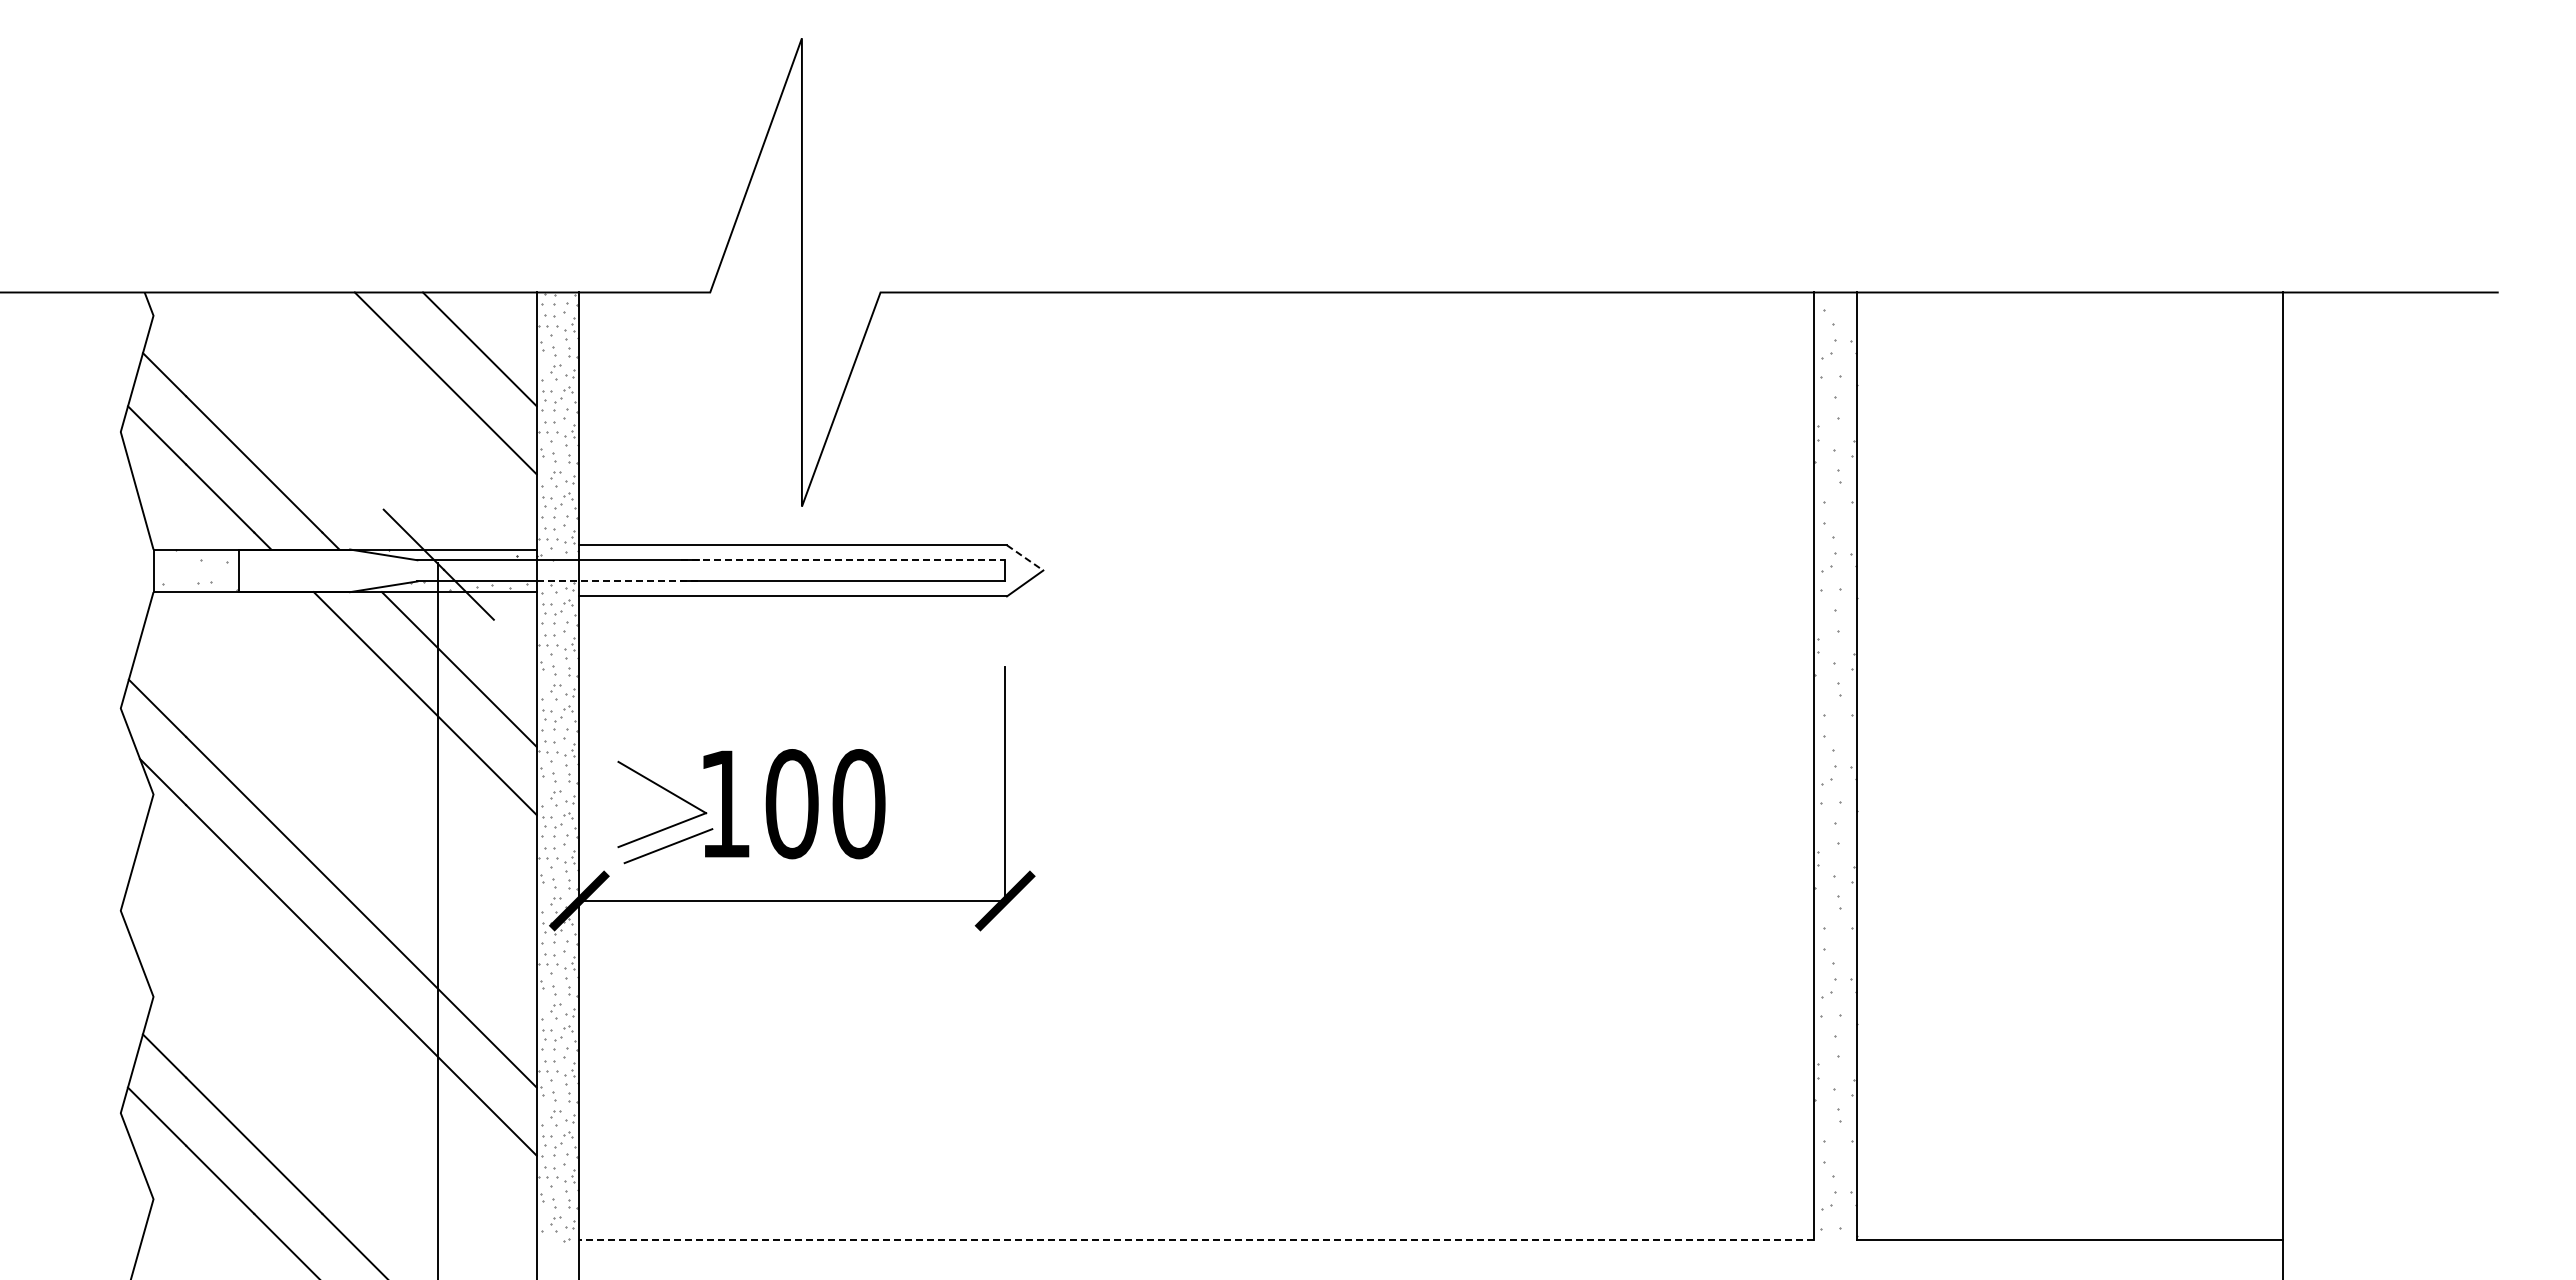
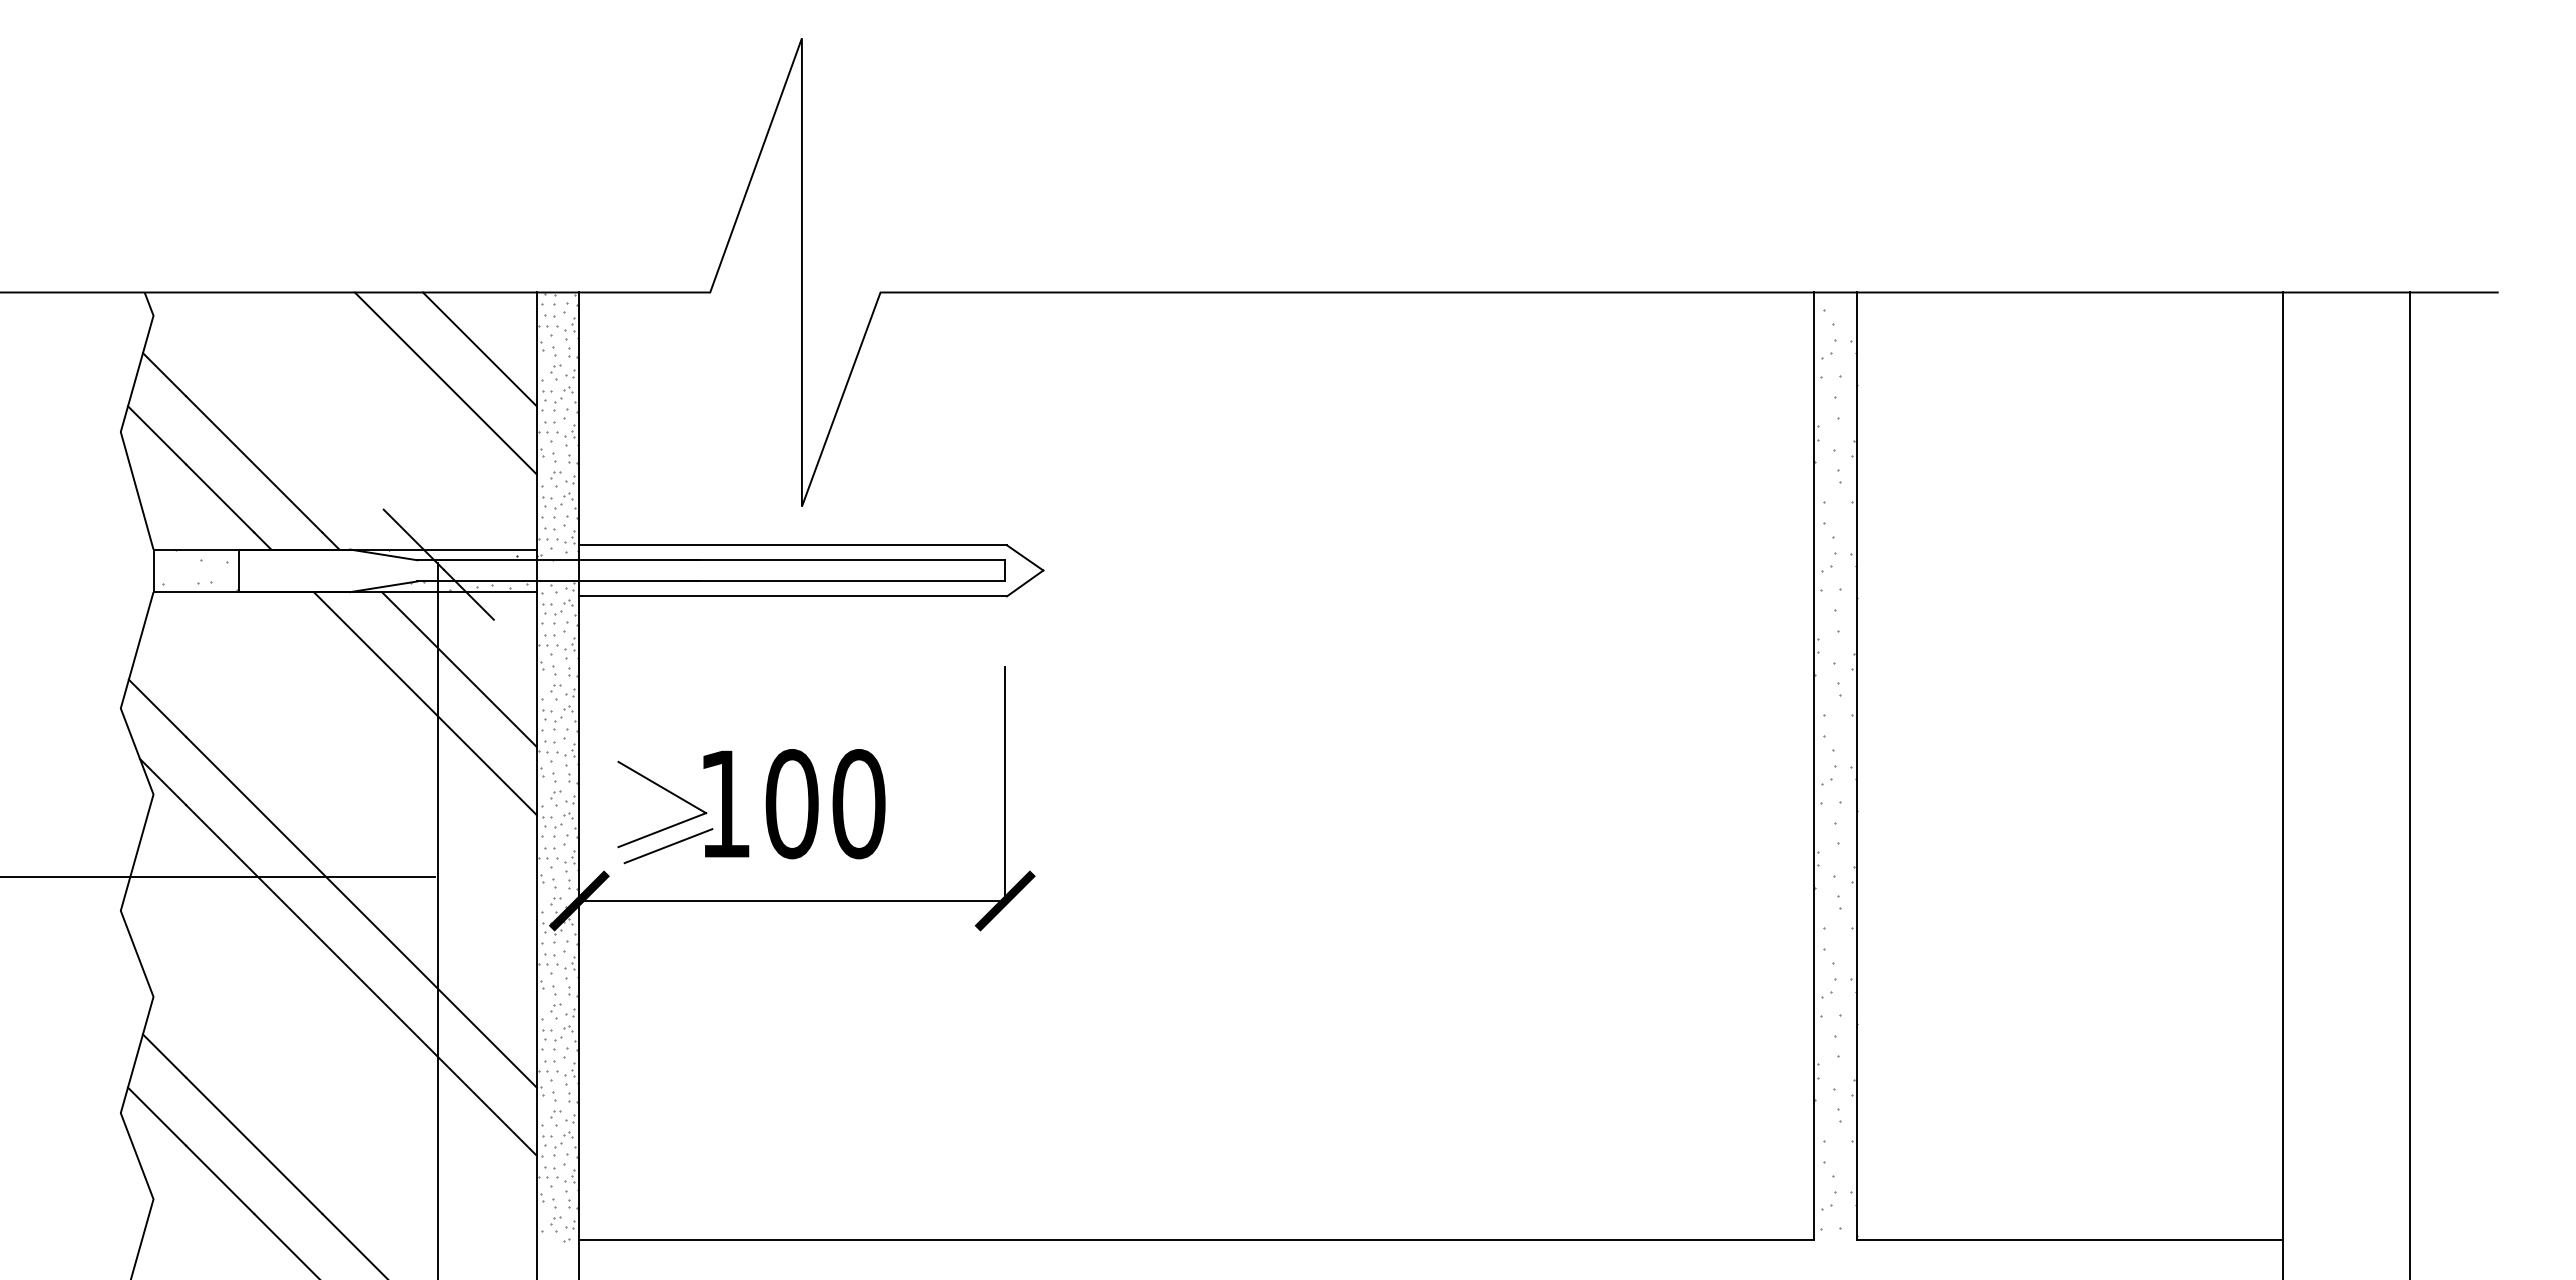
line at (1025, 558): dashed -> solid
line at (843, 560): dashed -> solid
line at (617, 581): dashed -> solid
line at (2410, 784): none -> present
line at (218, 877): none -> present
line at (1196, 1240): dashed -> solid
